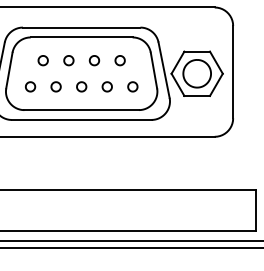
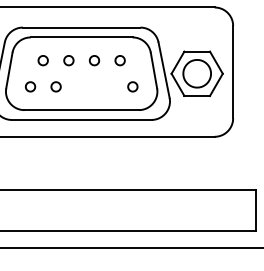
part at (81, 86): present -> none
part at (106, 86): present -> none
line at (131, 241): present -> none
